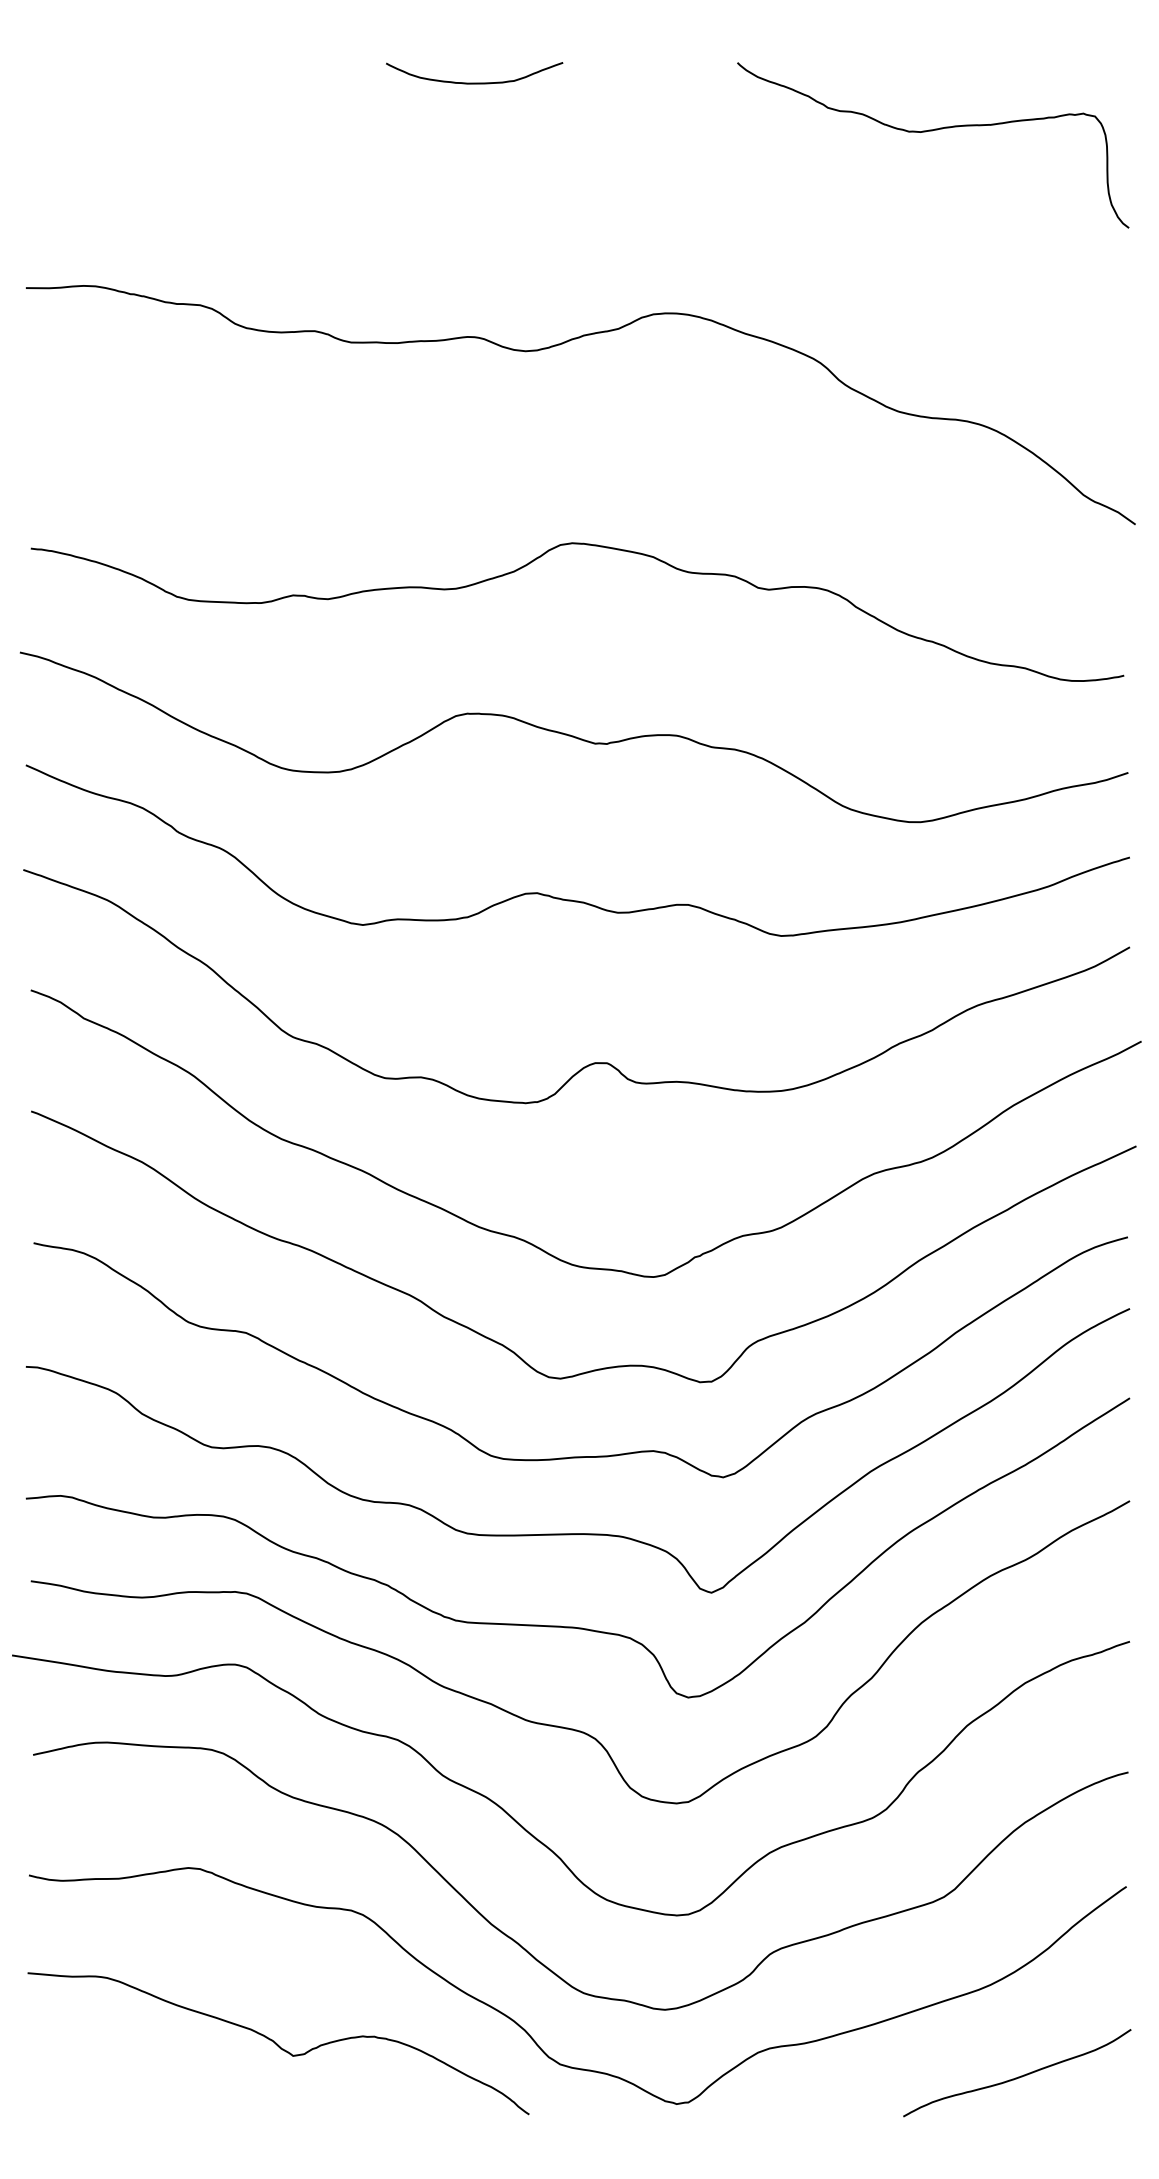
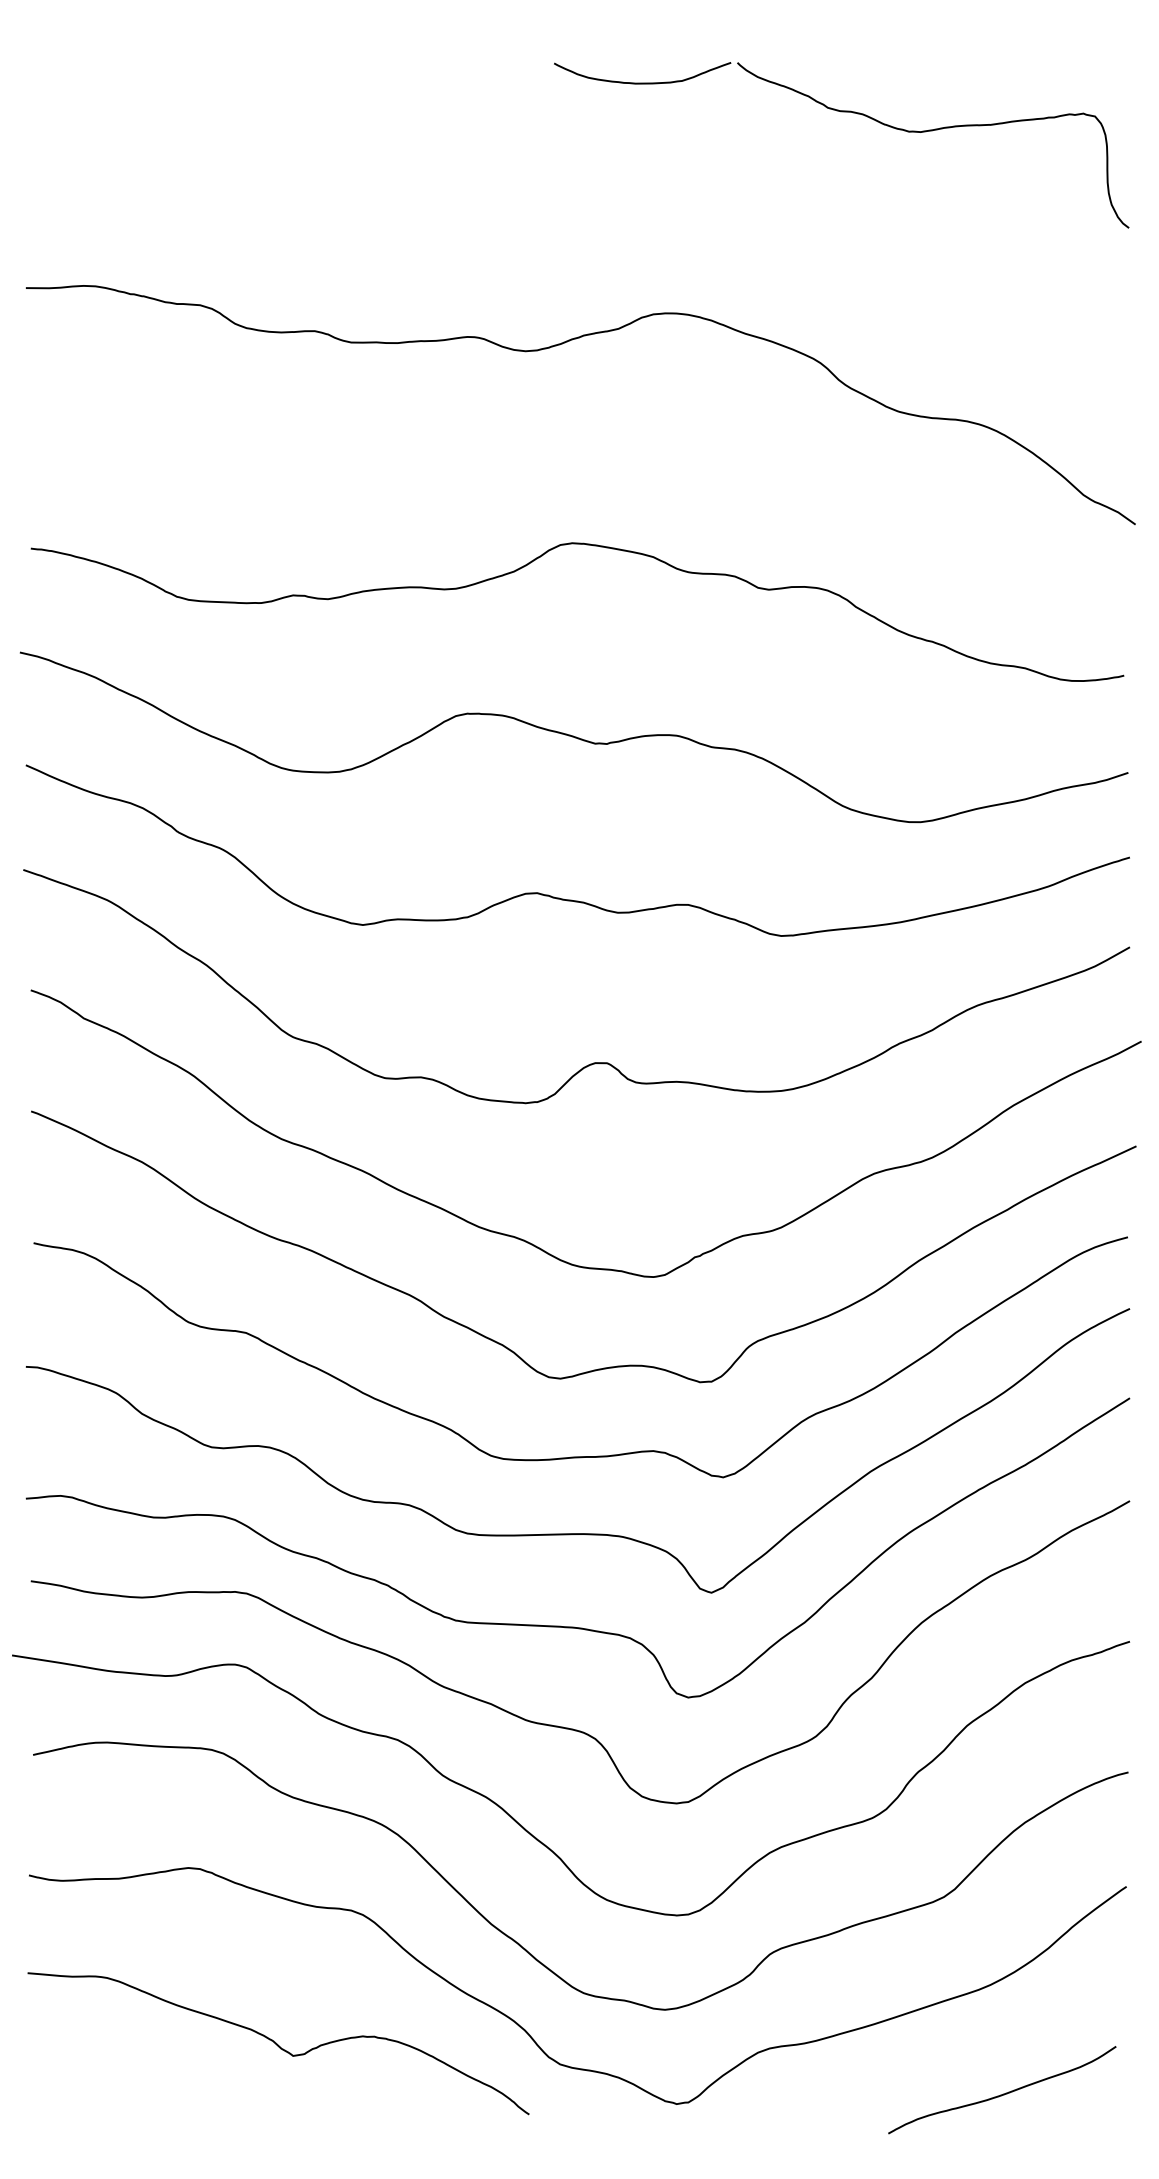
curve at (474, 82) position: (474, 82) -> (642, 82)
curve at (1018, 2076) position: (1018, 2076) -> (1003, 2093)
